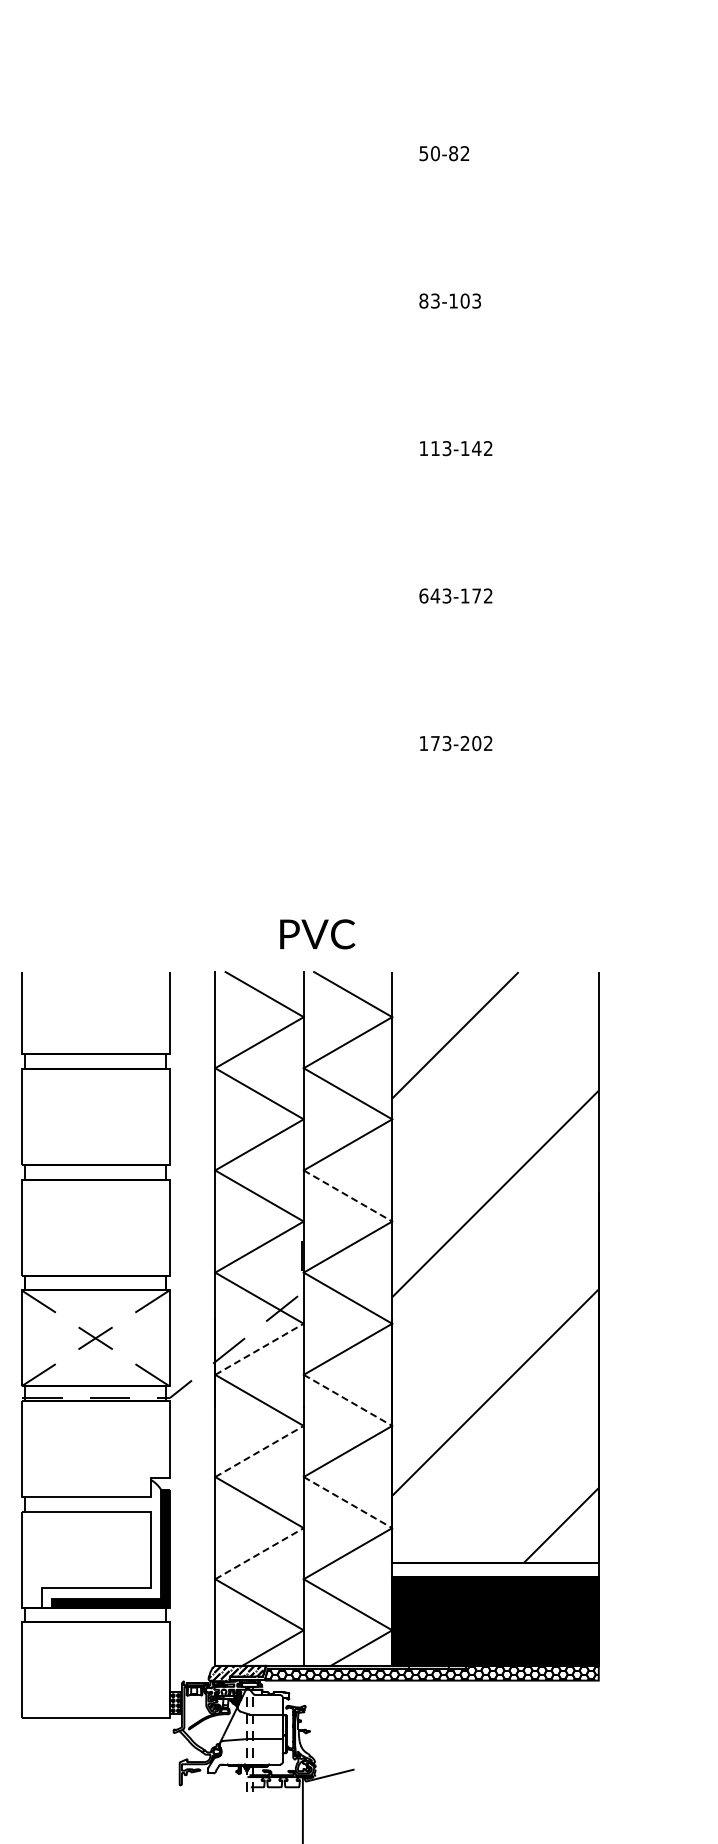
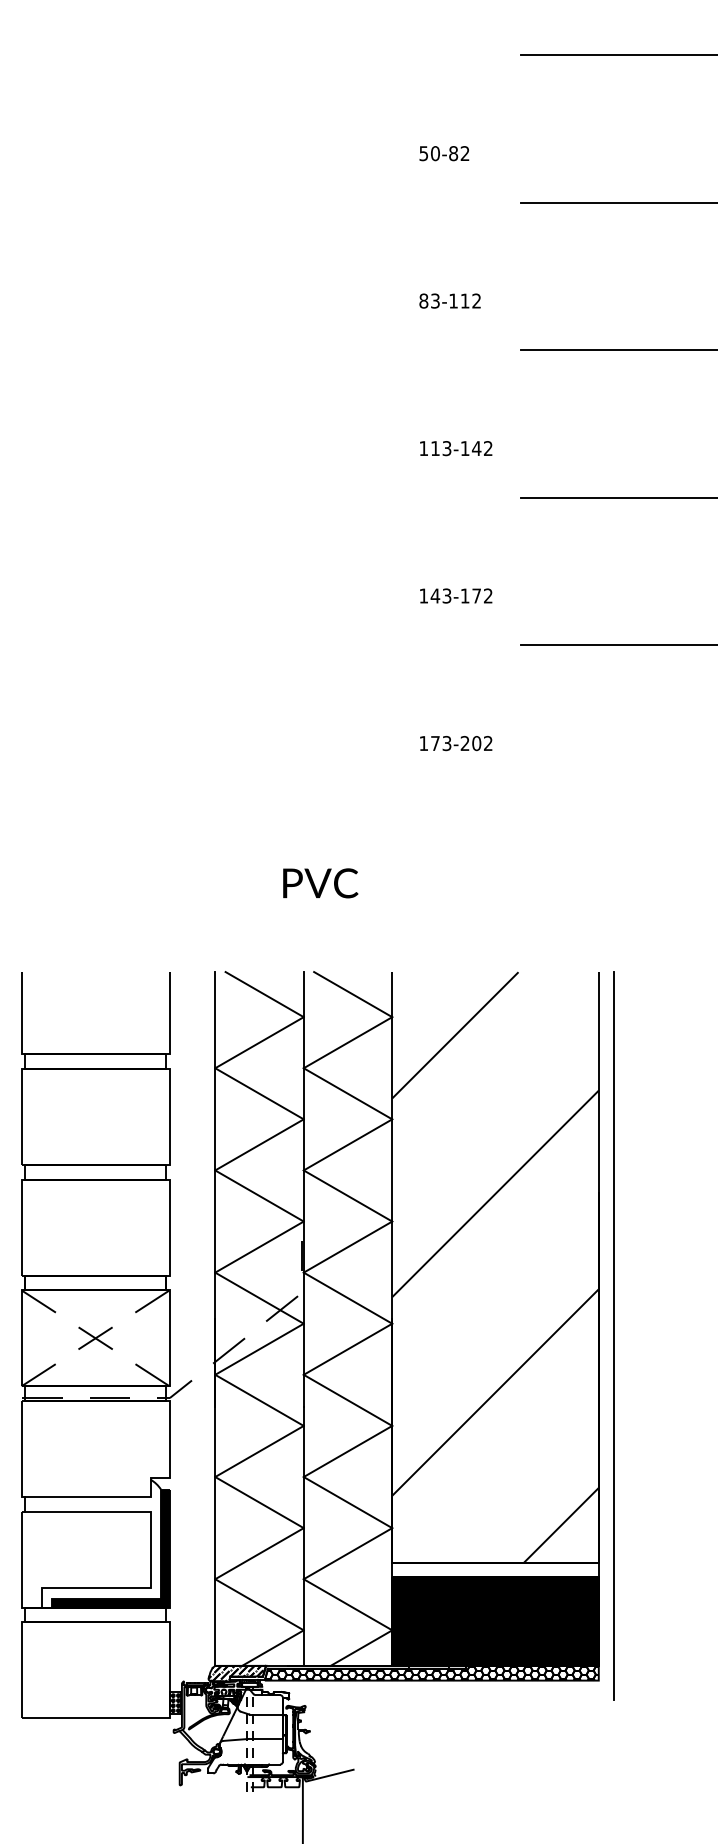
line at (617, 55): none -> present
line at (617, 202): none -> present
text at (470, 300): 83-103 -> 83-112
line at (617, 350): none -> present
line at (617, 497): none -> present
text at (423, 595): 643-172 -> 143-172
line at (617, 645): none -> present
text at (317, 934) position: (317, 934) -> (320, 883)
line at (348, 1196): dashed -> solid
line at (613, 1335): none -> present
line at (259, 1349): dashed -> solid
line at (348, 1400): dashed -> solid
line at (259, 1451): dashed -> solid
line at (348, 1502): dashed -> solid
line at (259, 1553): dashed -> solid
